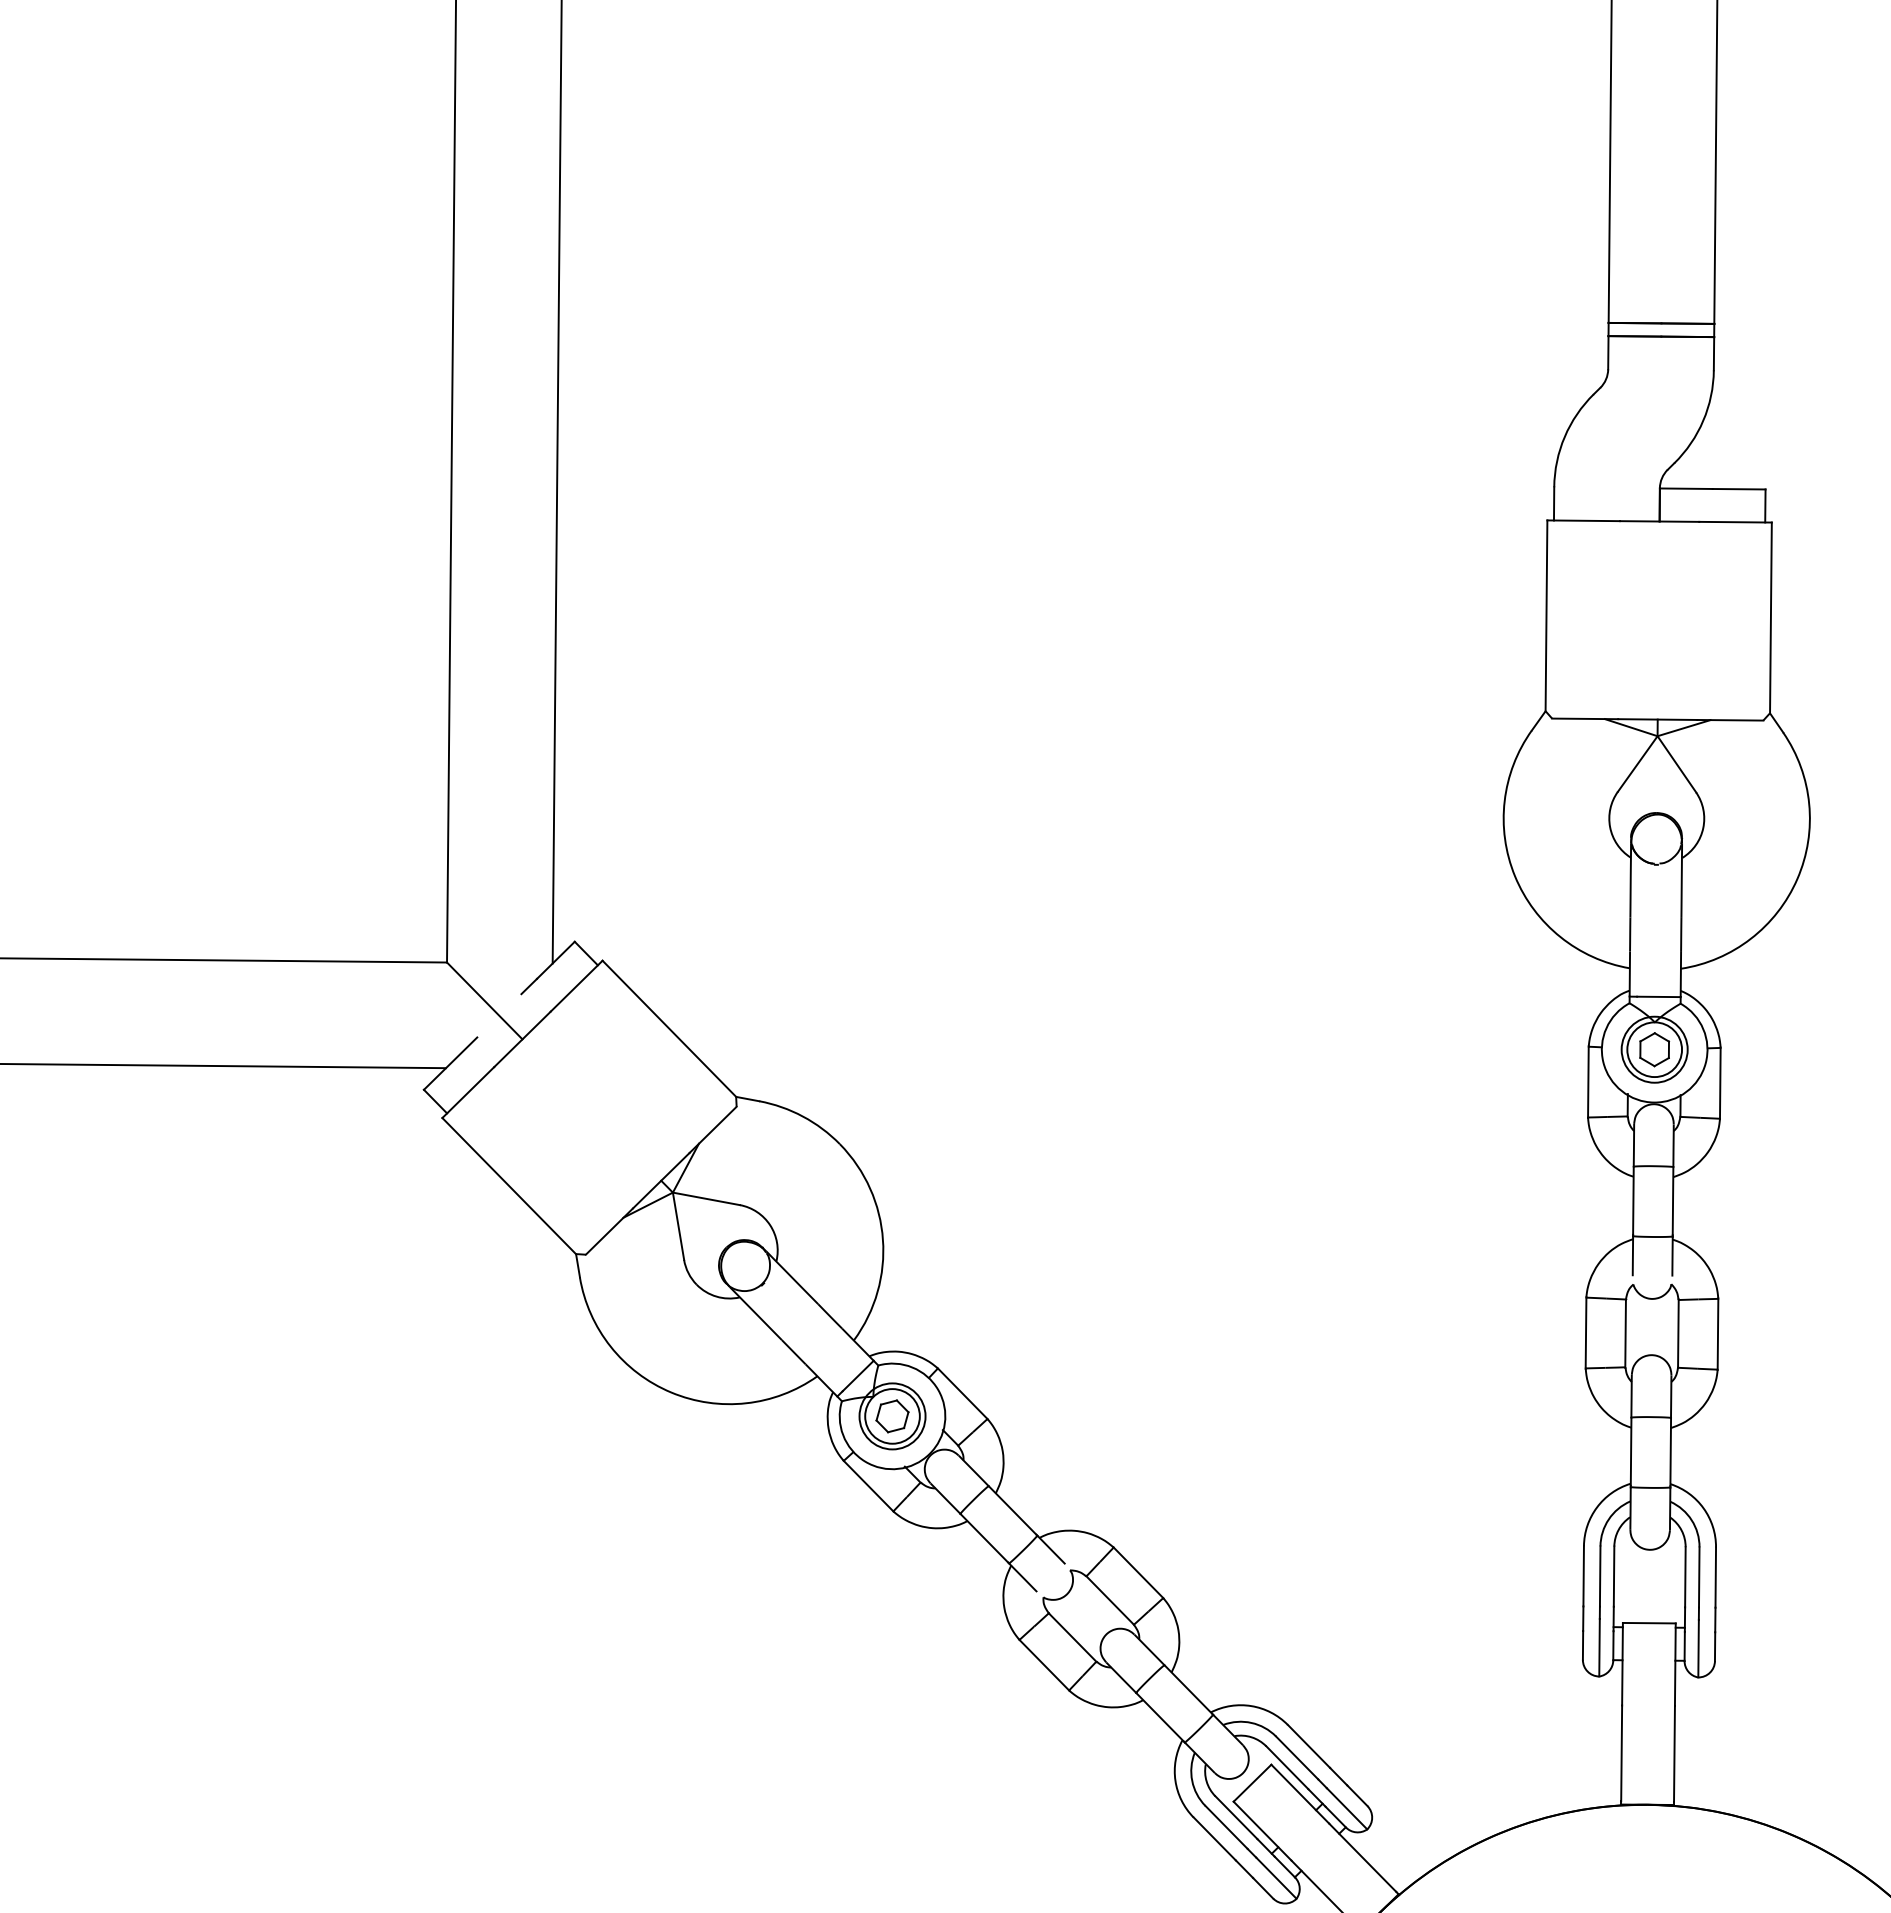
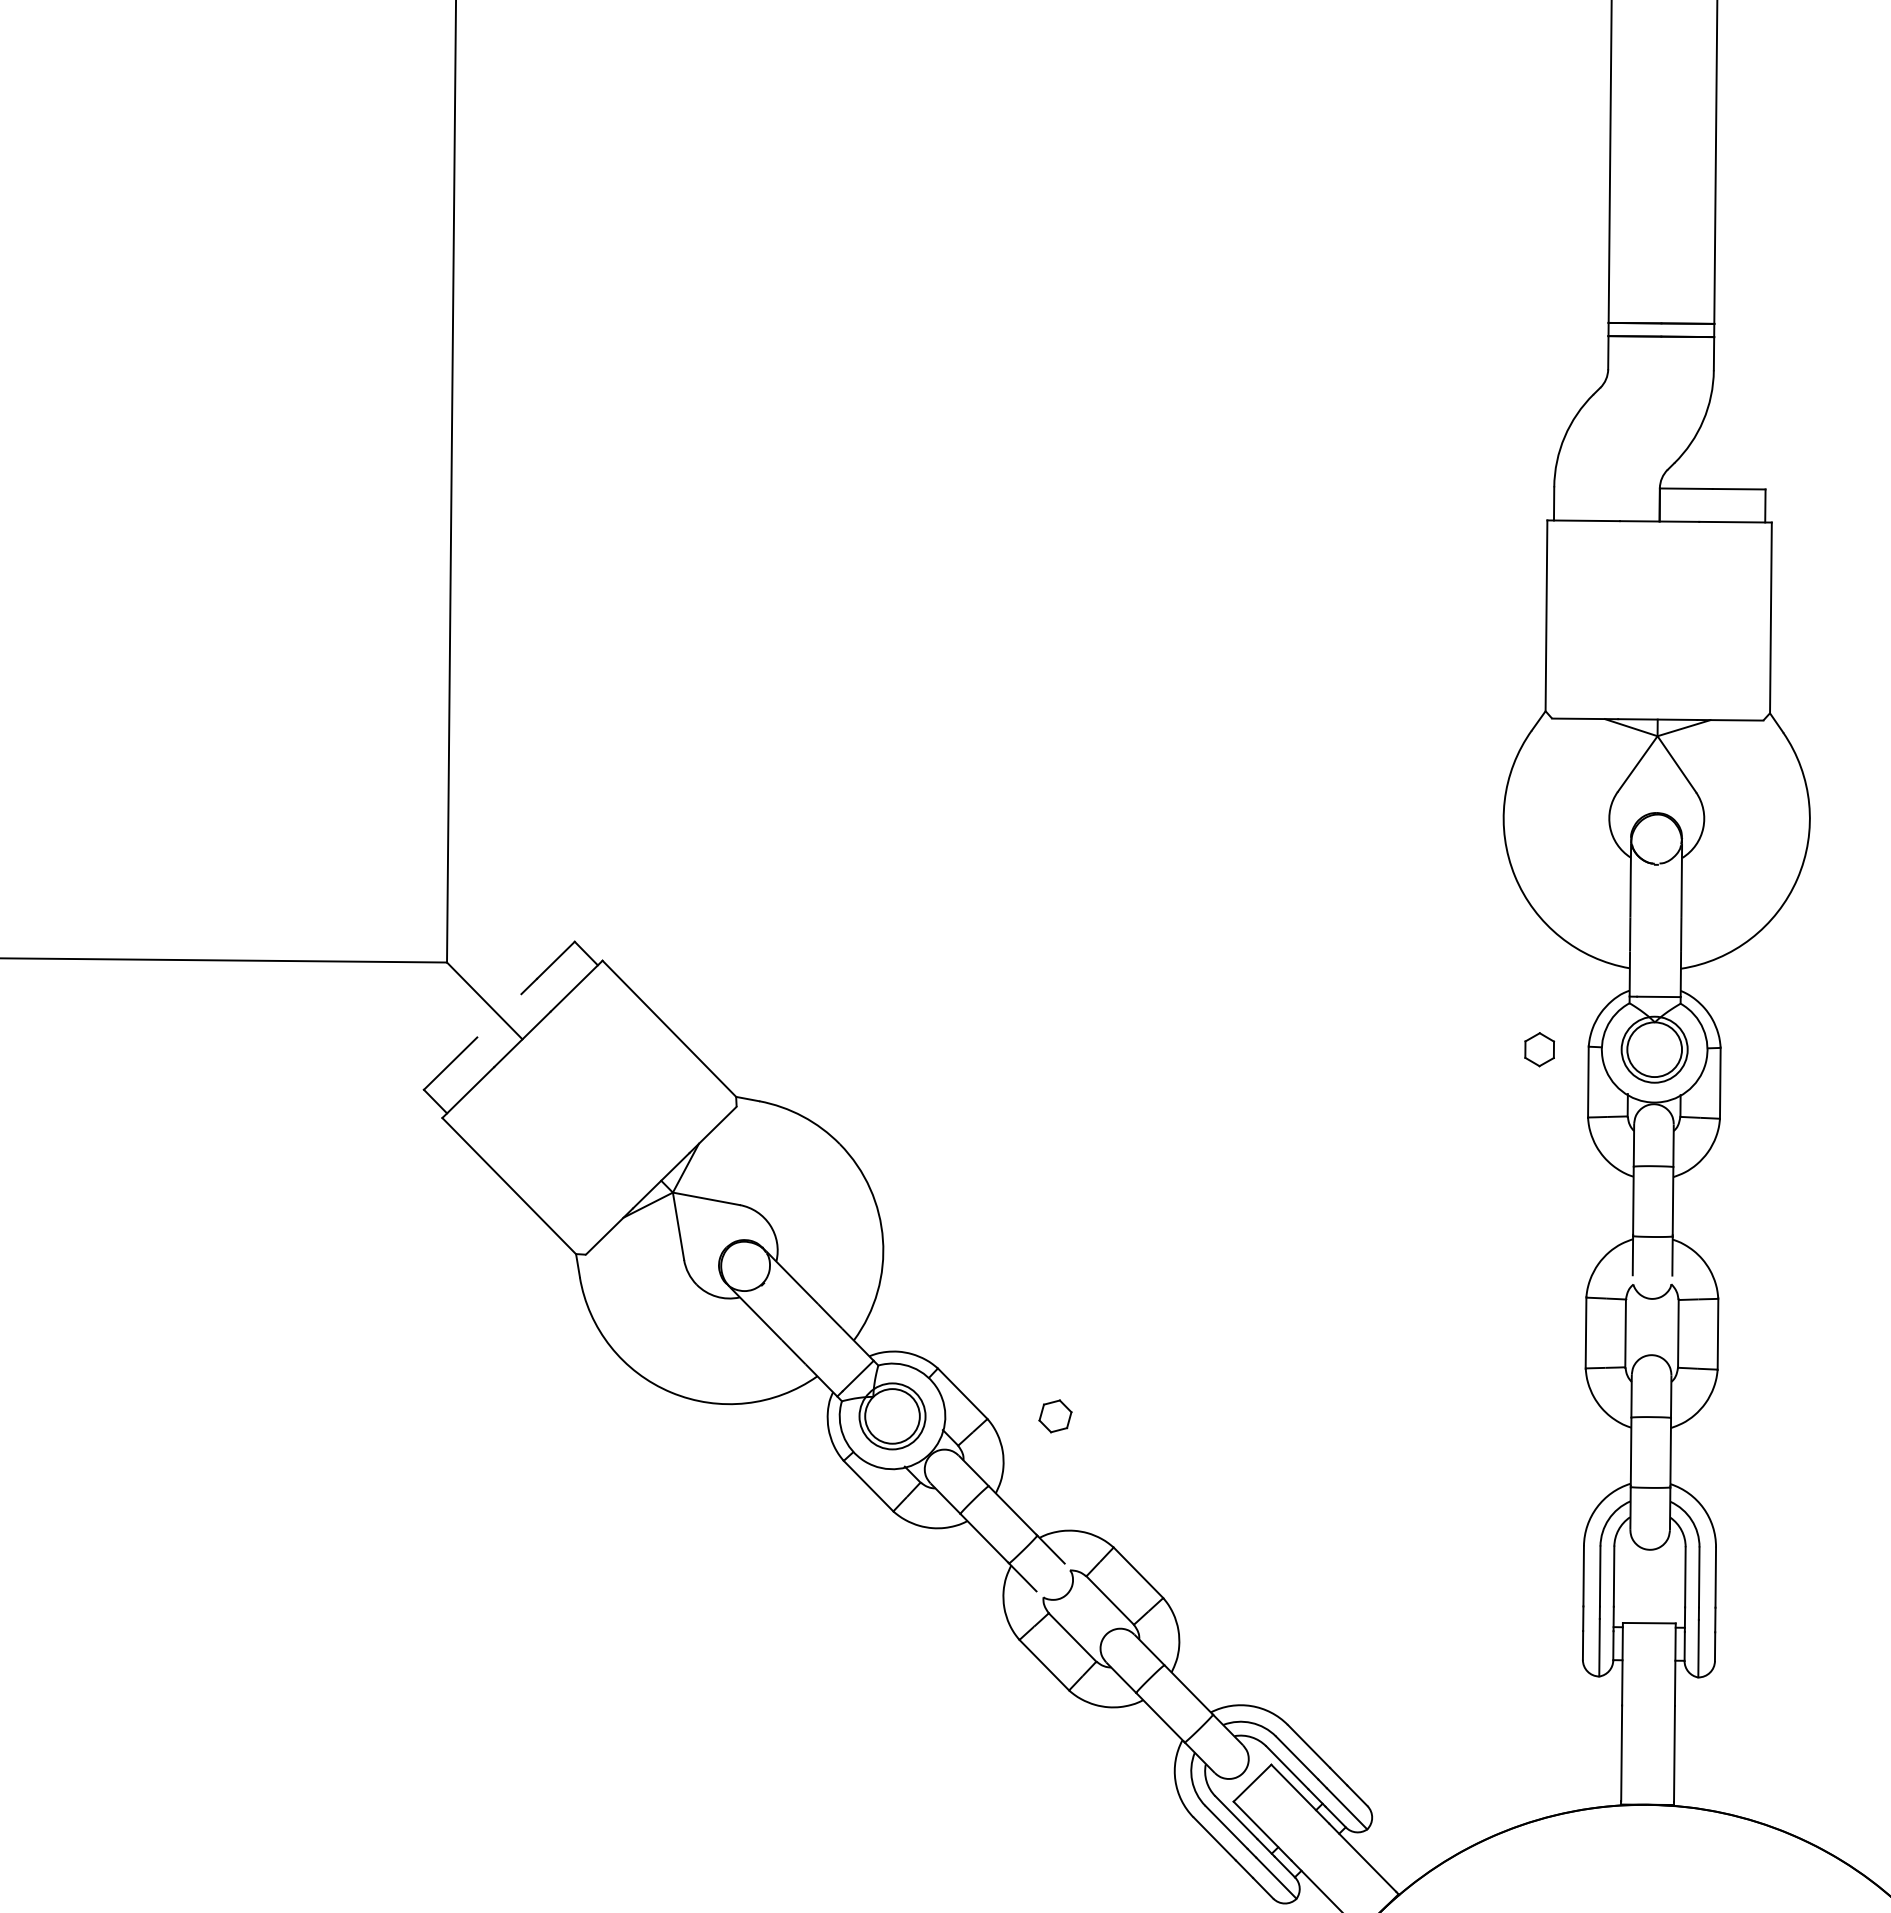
line at (556, 482): present -> none
part at (1654, 1049) position: (1654, 1049) -> (1539, 1049)
line at (224, 1066): present -> none
part at (892, 1416) position: (892, 1416) -> (1055, 1416)
